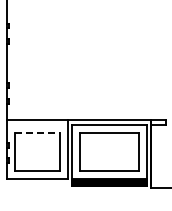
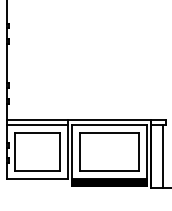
line at (37, 125): none -> present
line at (38, 133): dashed -> solid
line at (163, 156): none -> present
